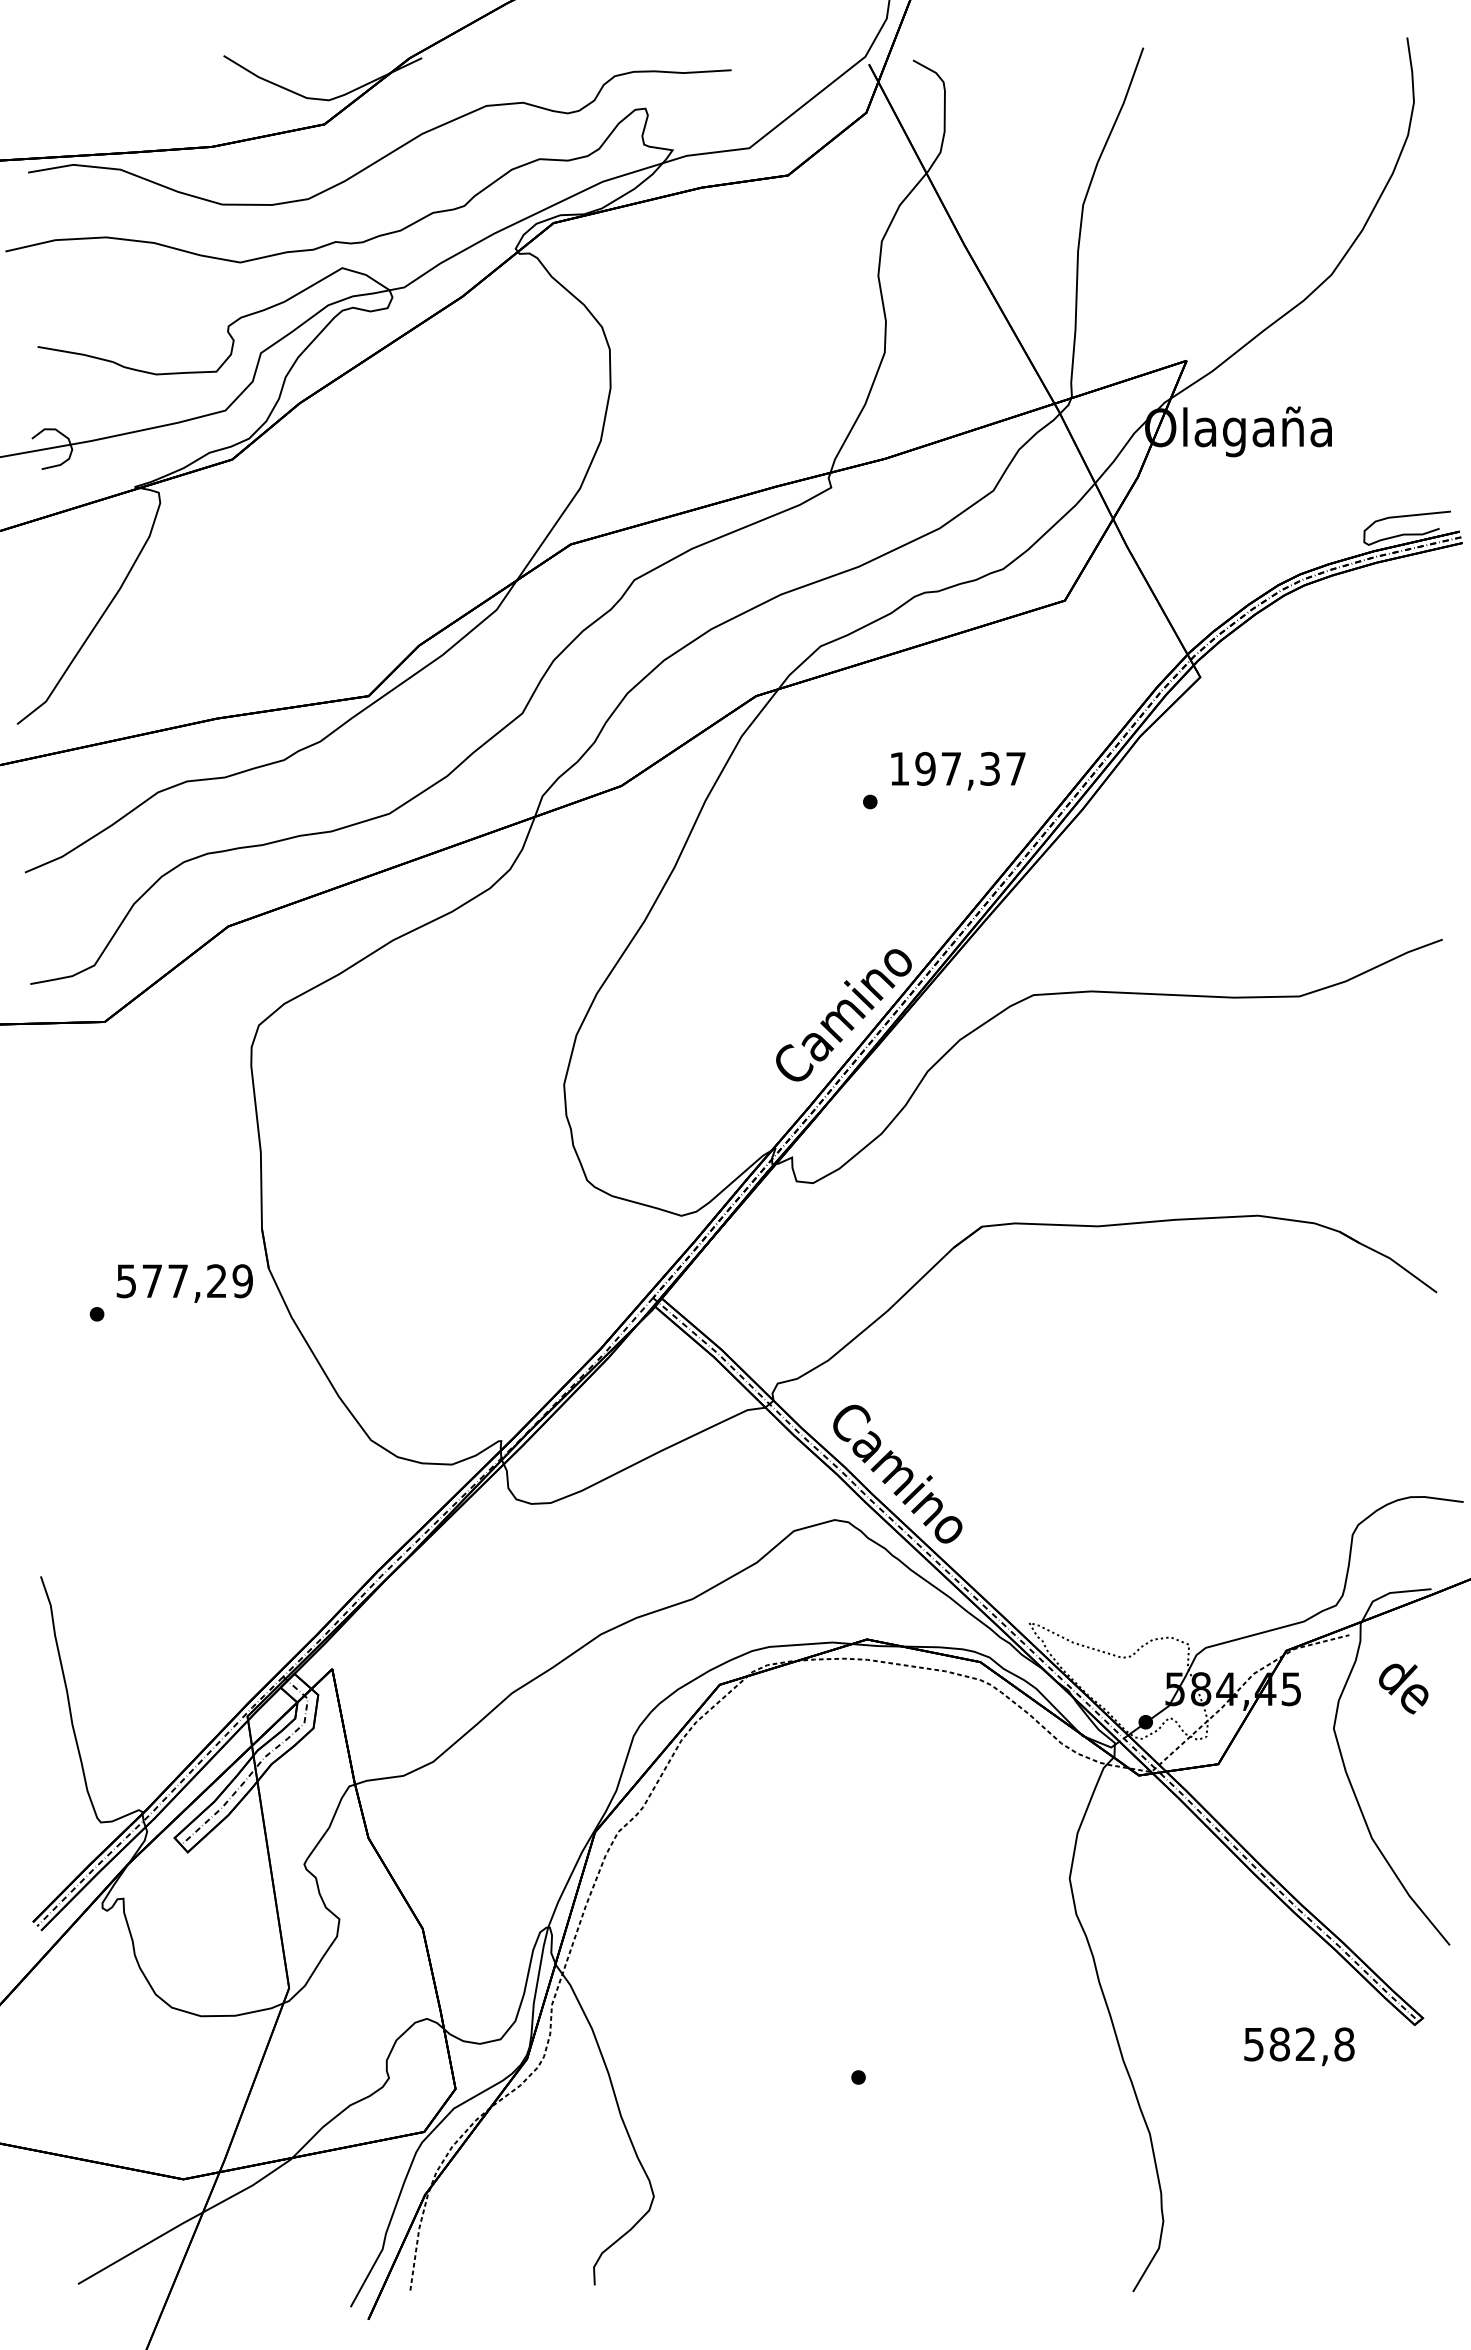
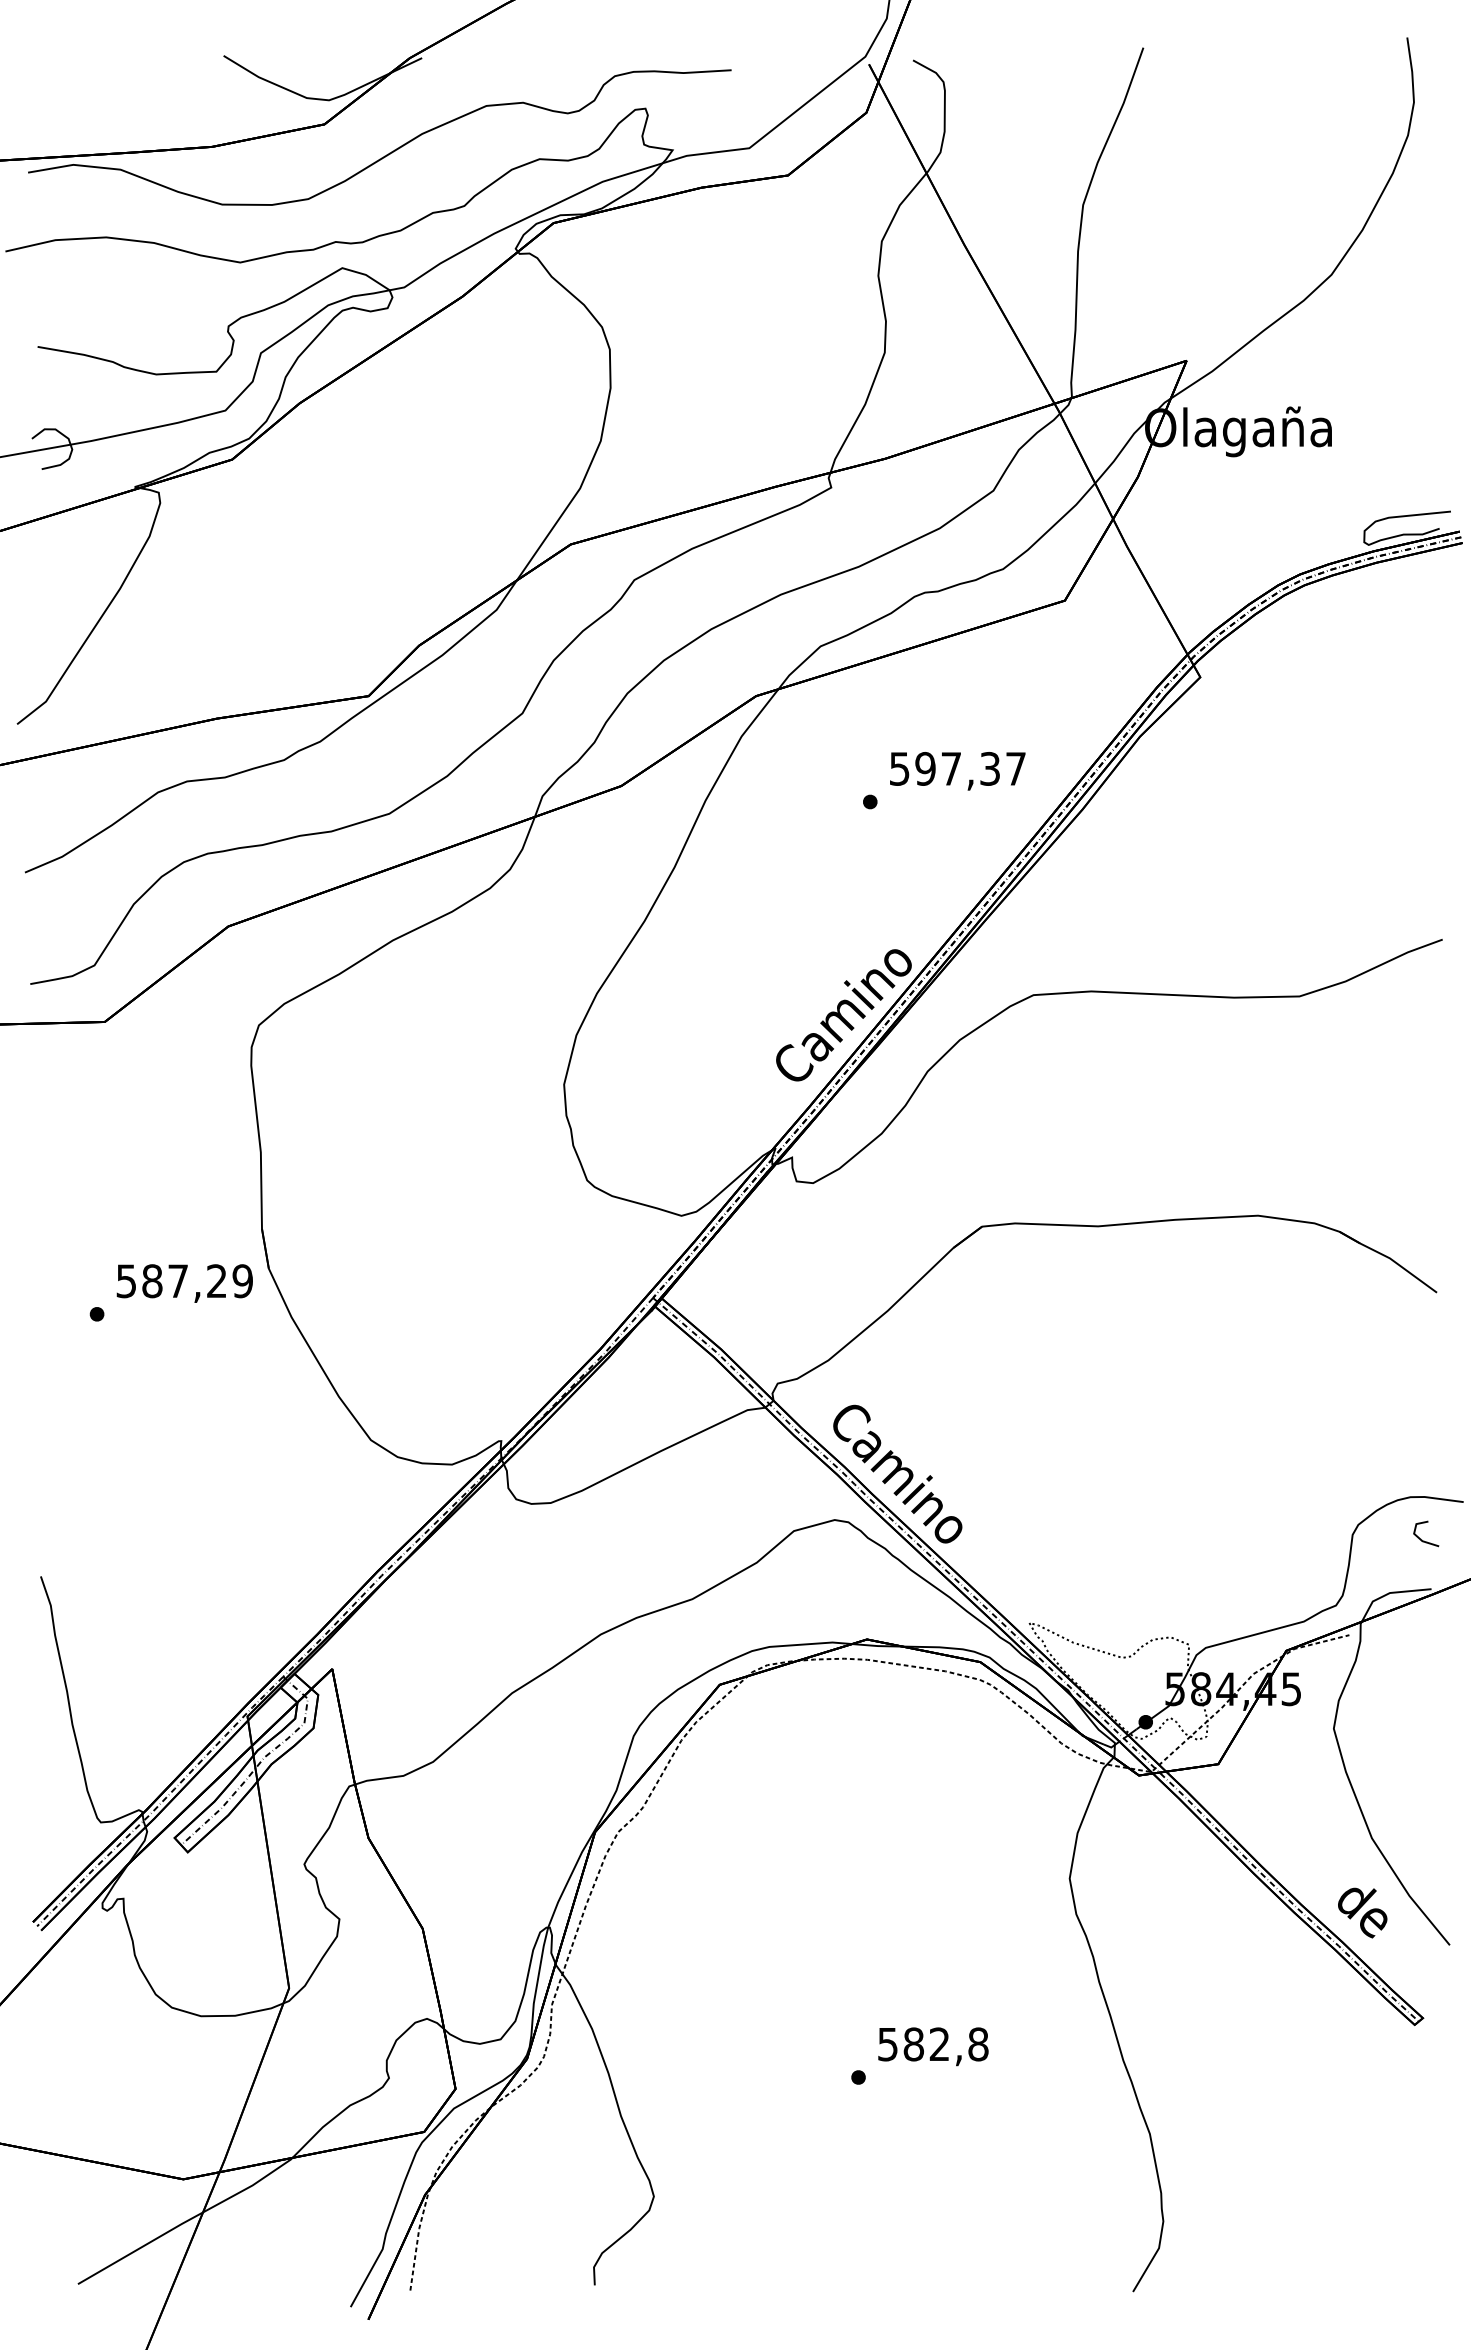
text at (899, 768): 197,37 -> 597,37
text at (152, 1281): 577,29 -> 587,29
line at (1422, 1539): none -> present
text at (1403, 1688) position: (1403, 1688) -> (1362, 1912)
text at (1299, 2046) position: (1299, 2046) -> (933, 2046)
